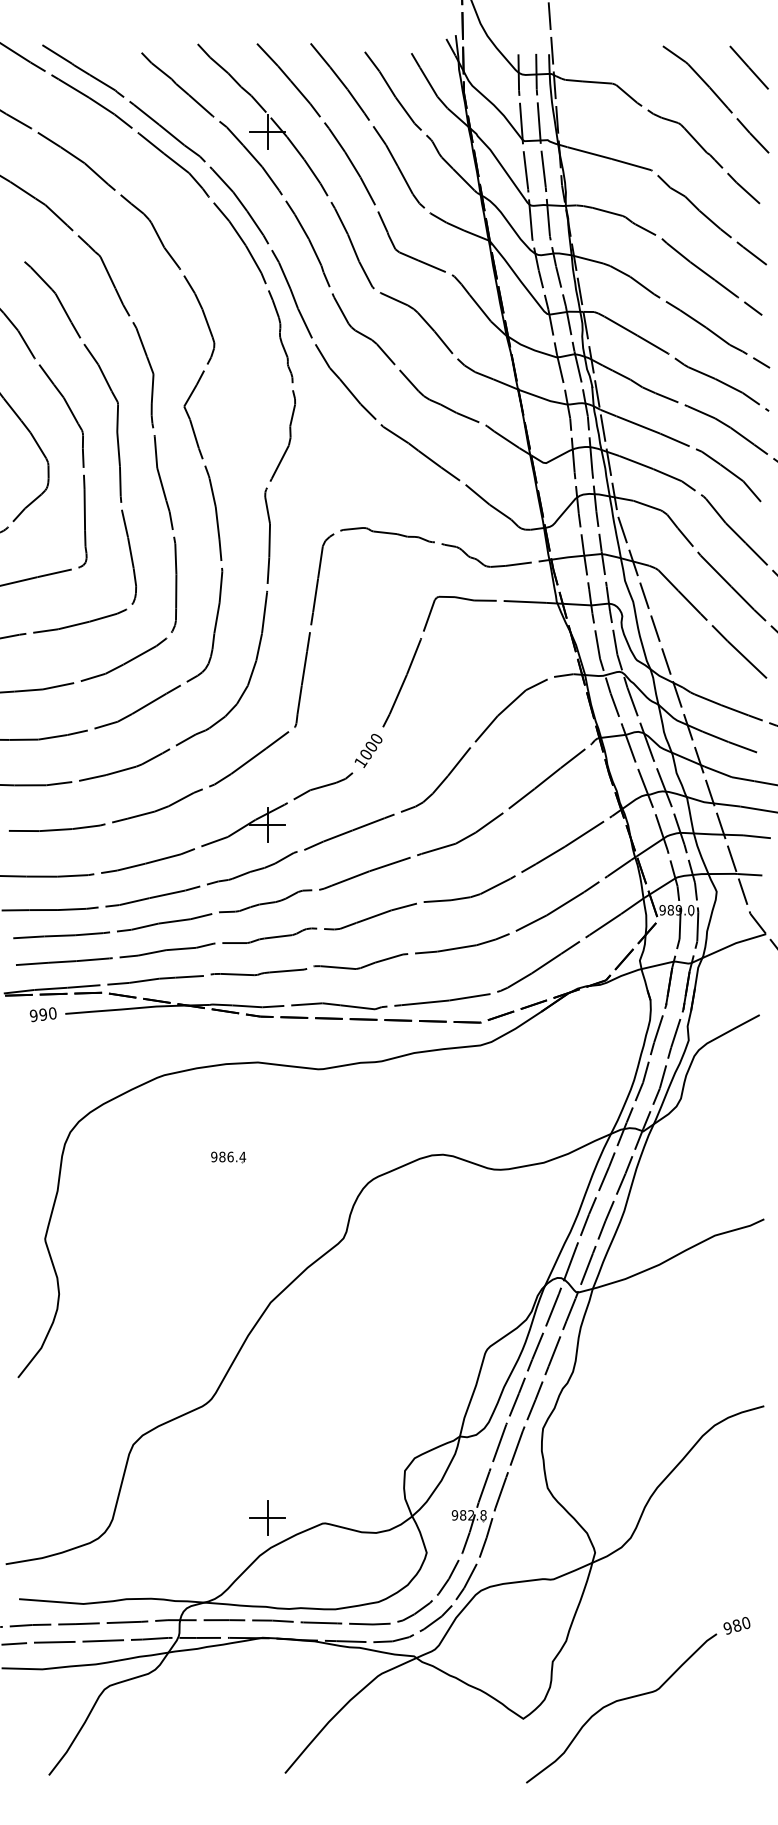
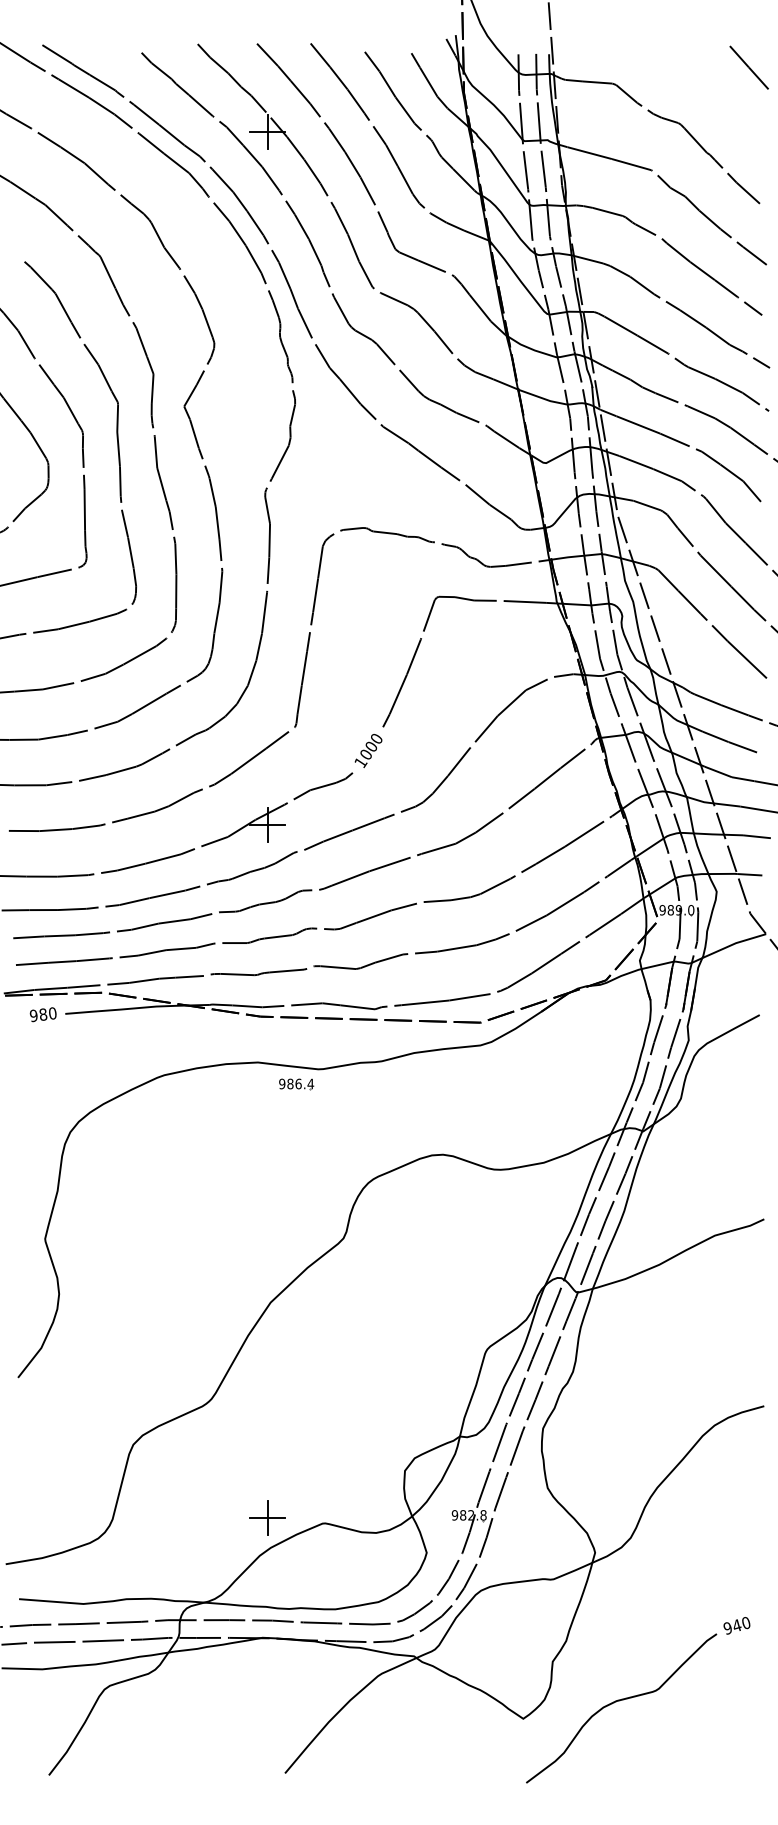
curve at (717, 97): present -> none
text at (43, 1014): 990 -> 980
part at (228, 1157) position: (228, 1157) -> (296, 1084)
text at (736, 1625): 980 -> 940
